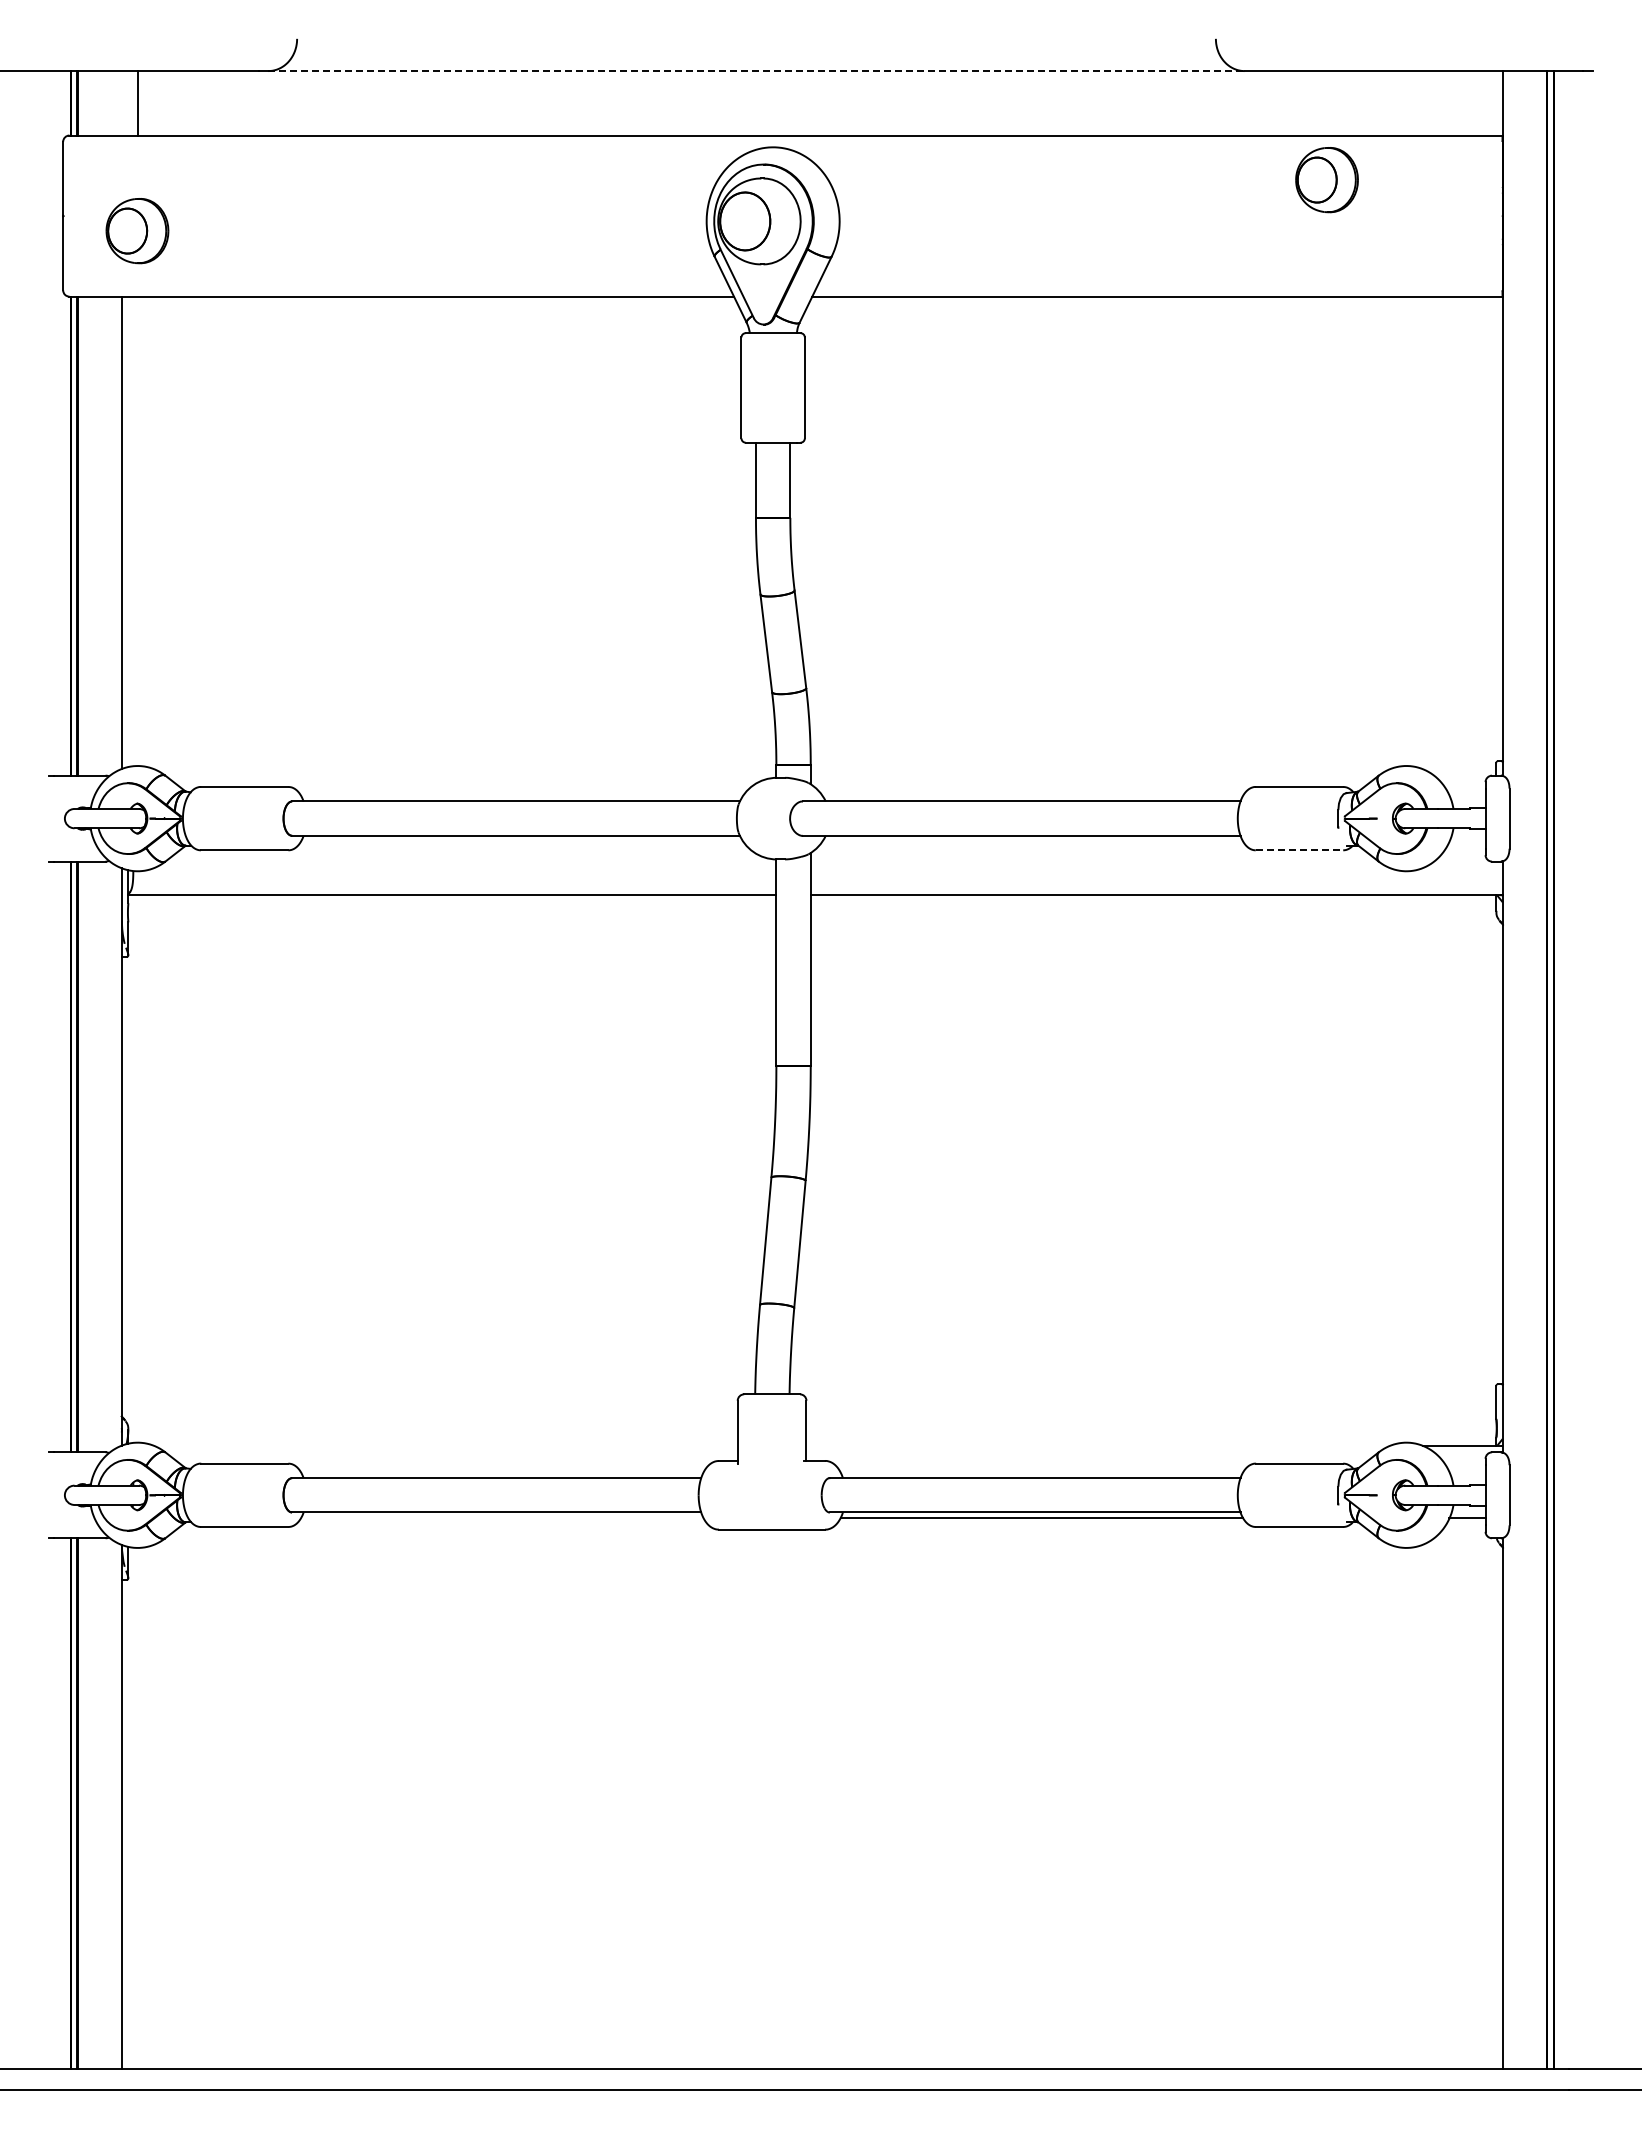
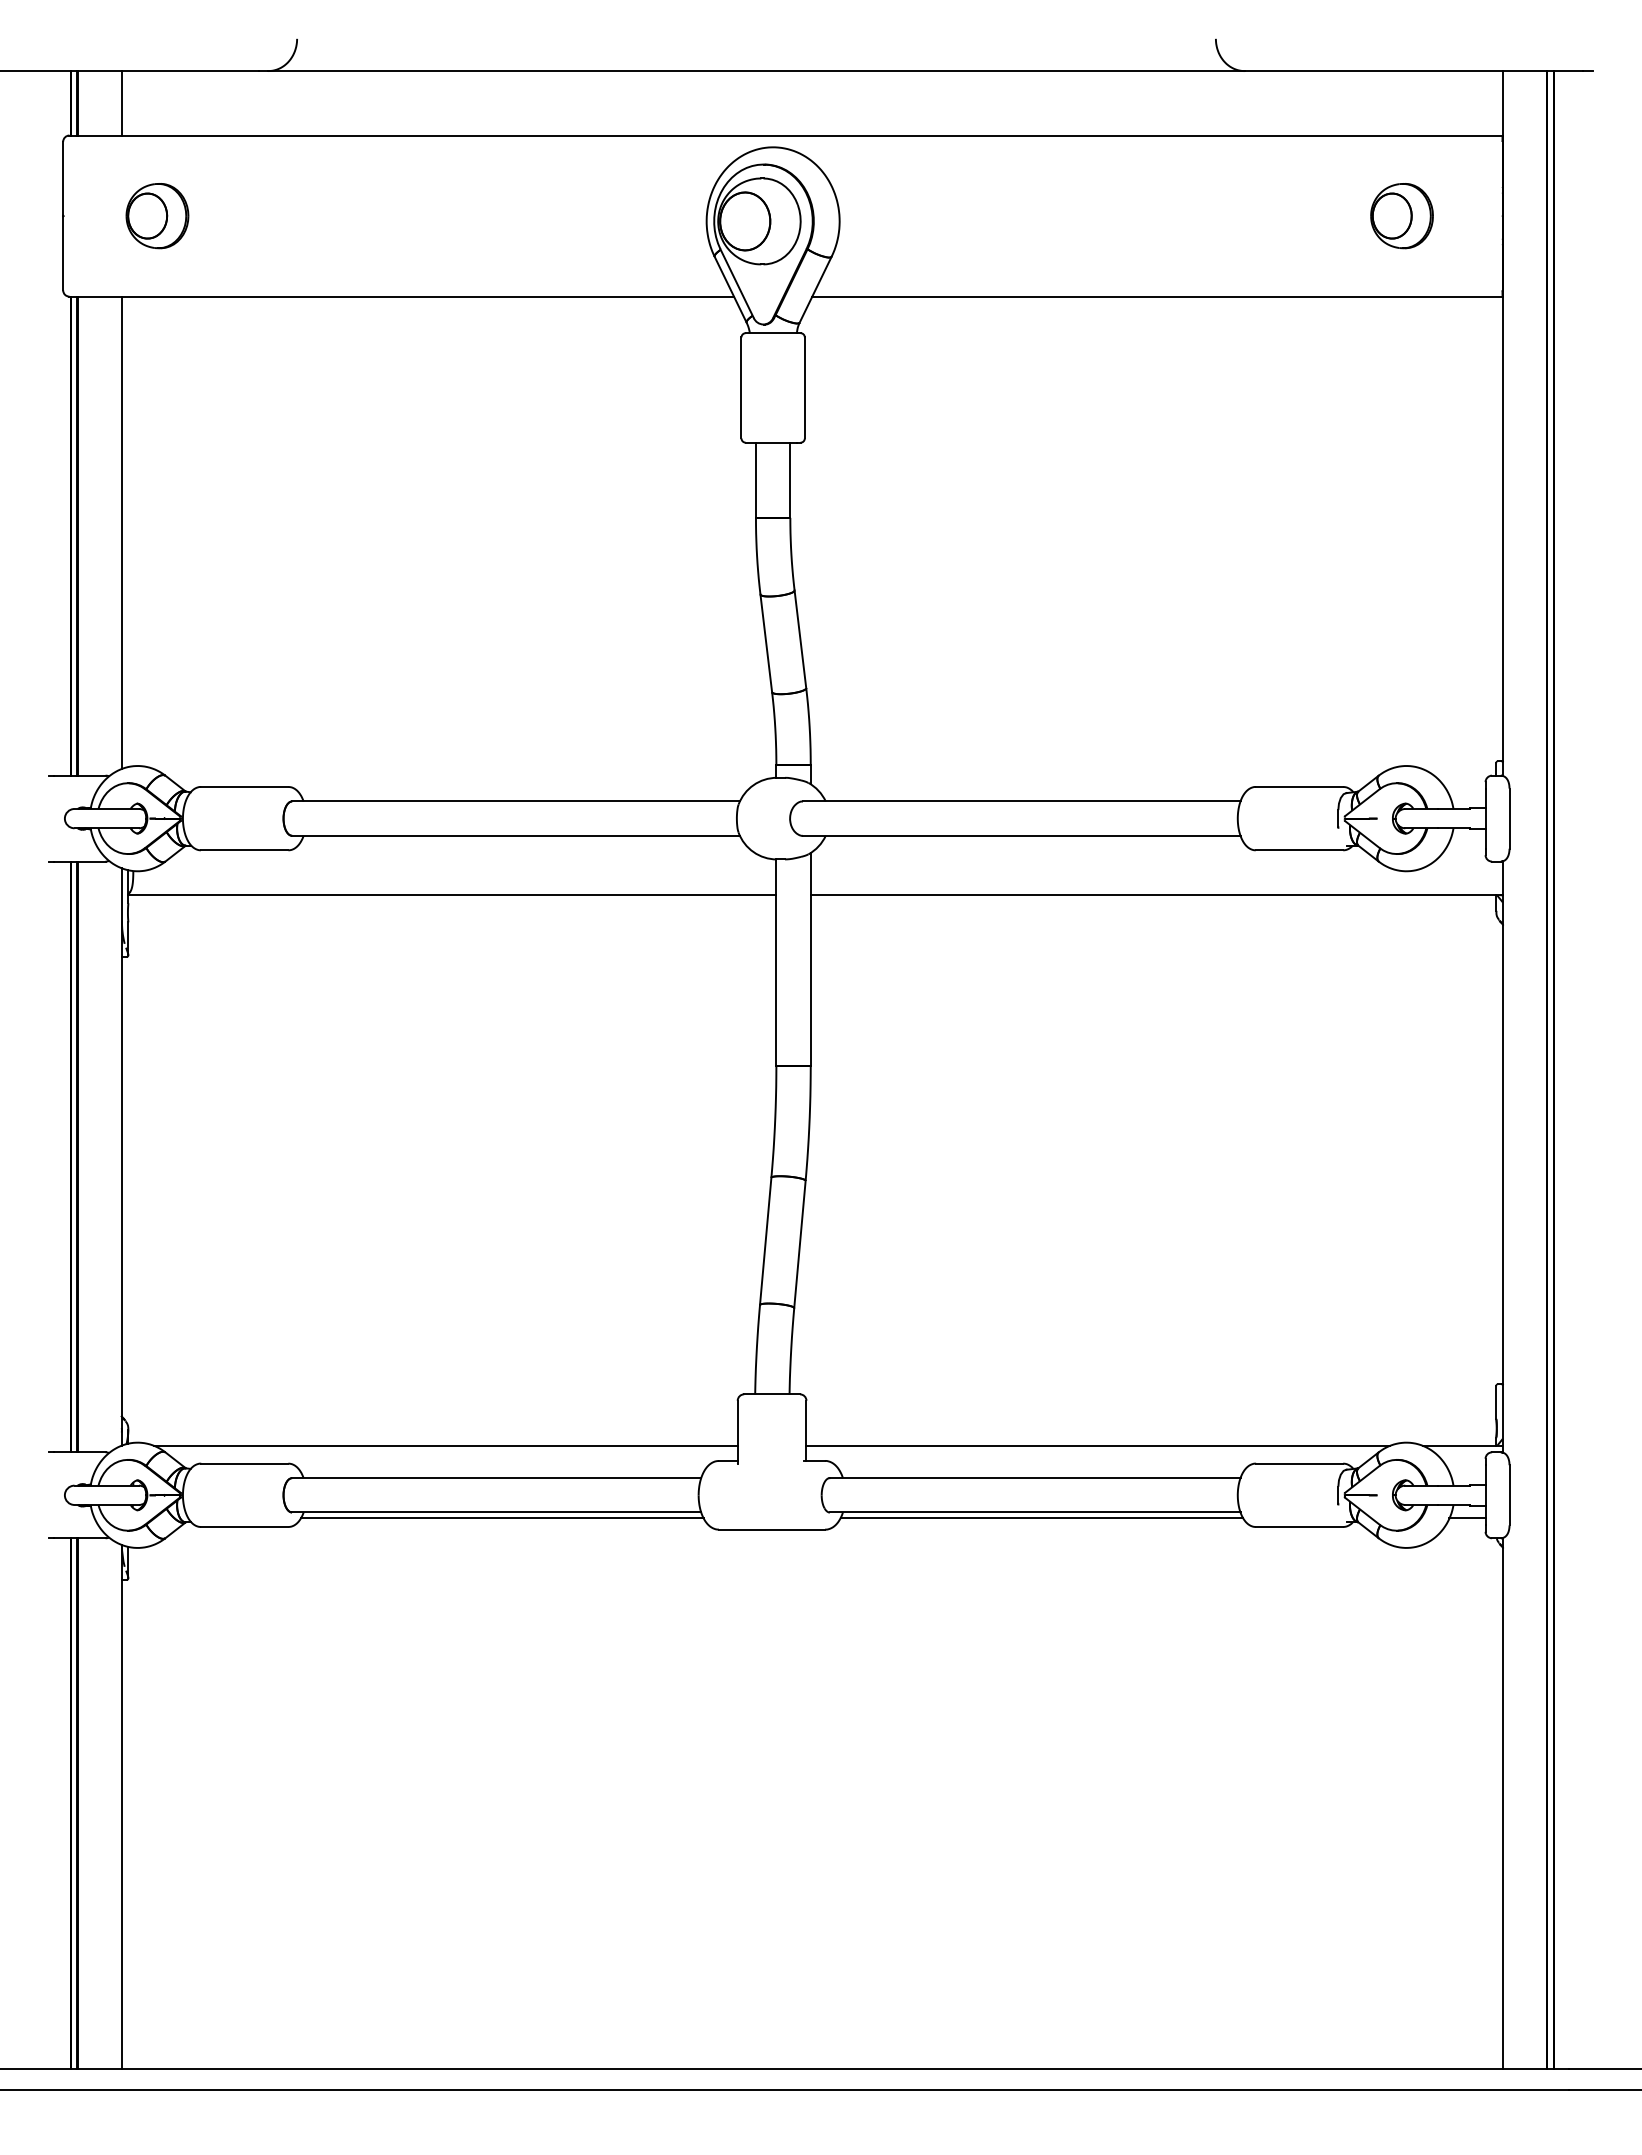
line at (757, 71): dashed -> solid
line at (137, 103) position: (137, 103) -> (121, 103)
part at (1326, 180) position: (1326, 180) -> (1401, 216)
part at (137, 231) position: (137, 231) -> (157, 216)
line at (1299, 850): dashed -> solid
line at (445, 1445): none -> present
line at (1098, 1445): none -> present
line at (501, 1518): none -> present
